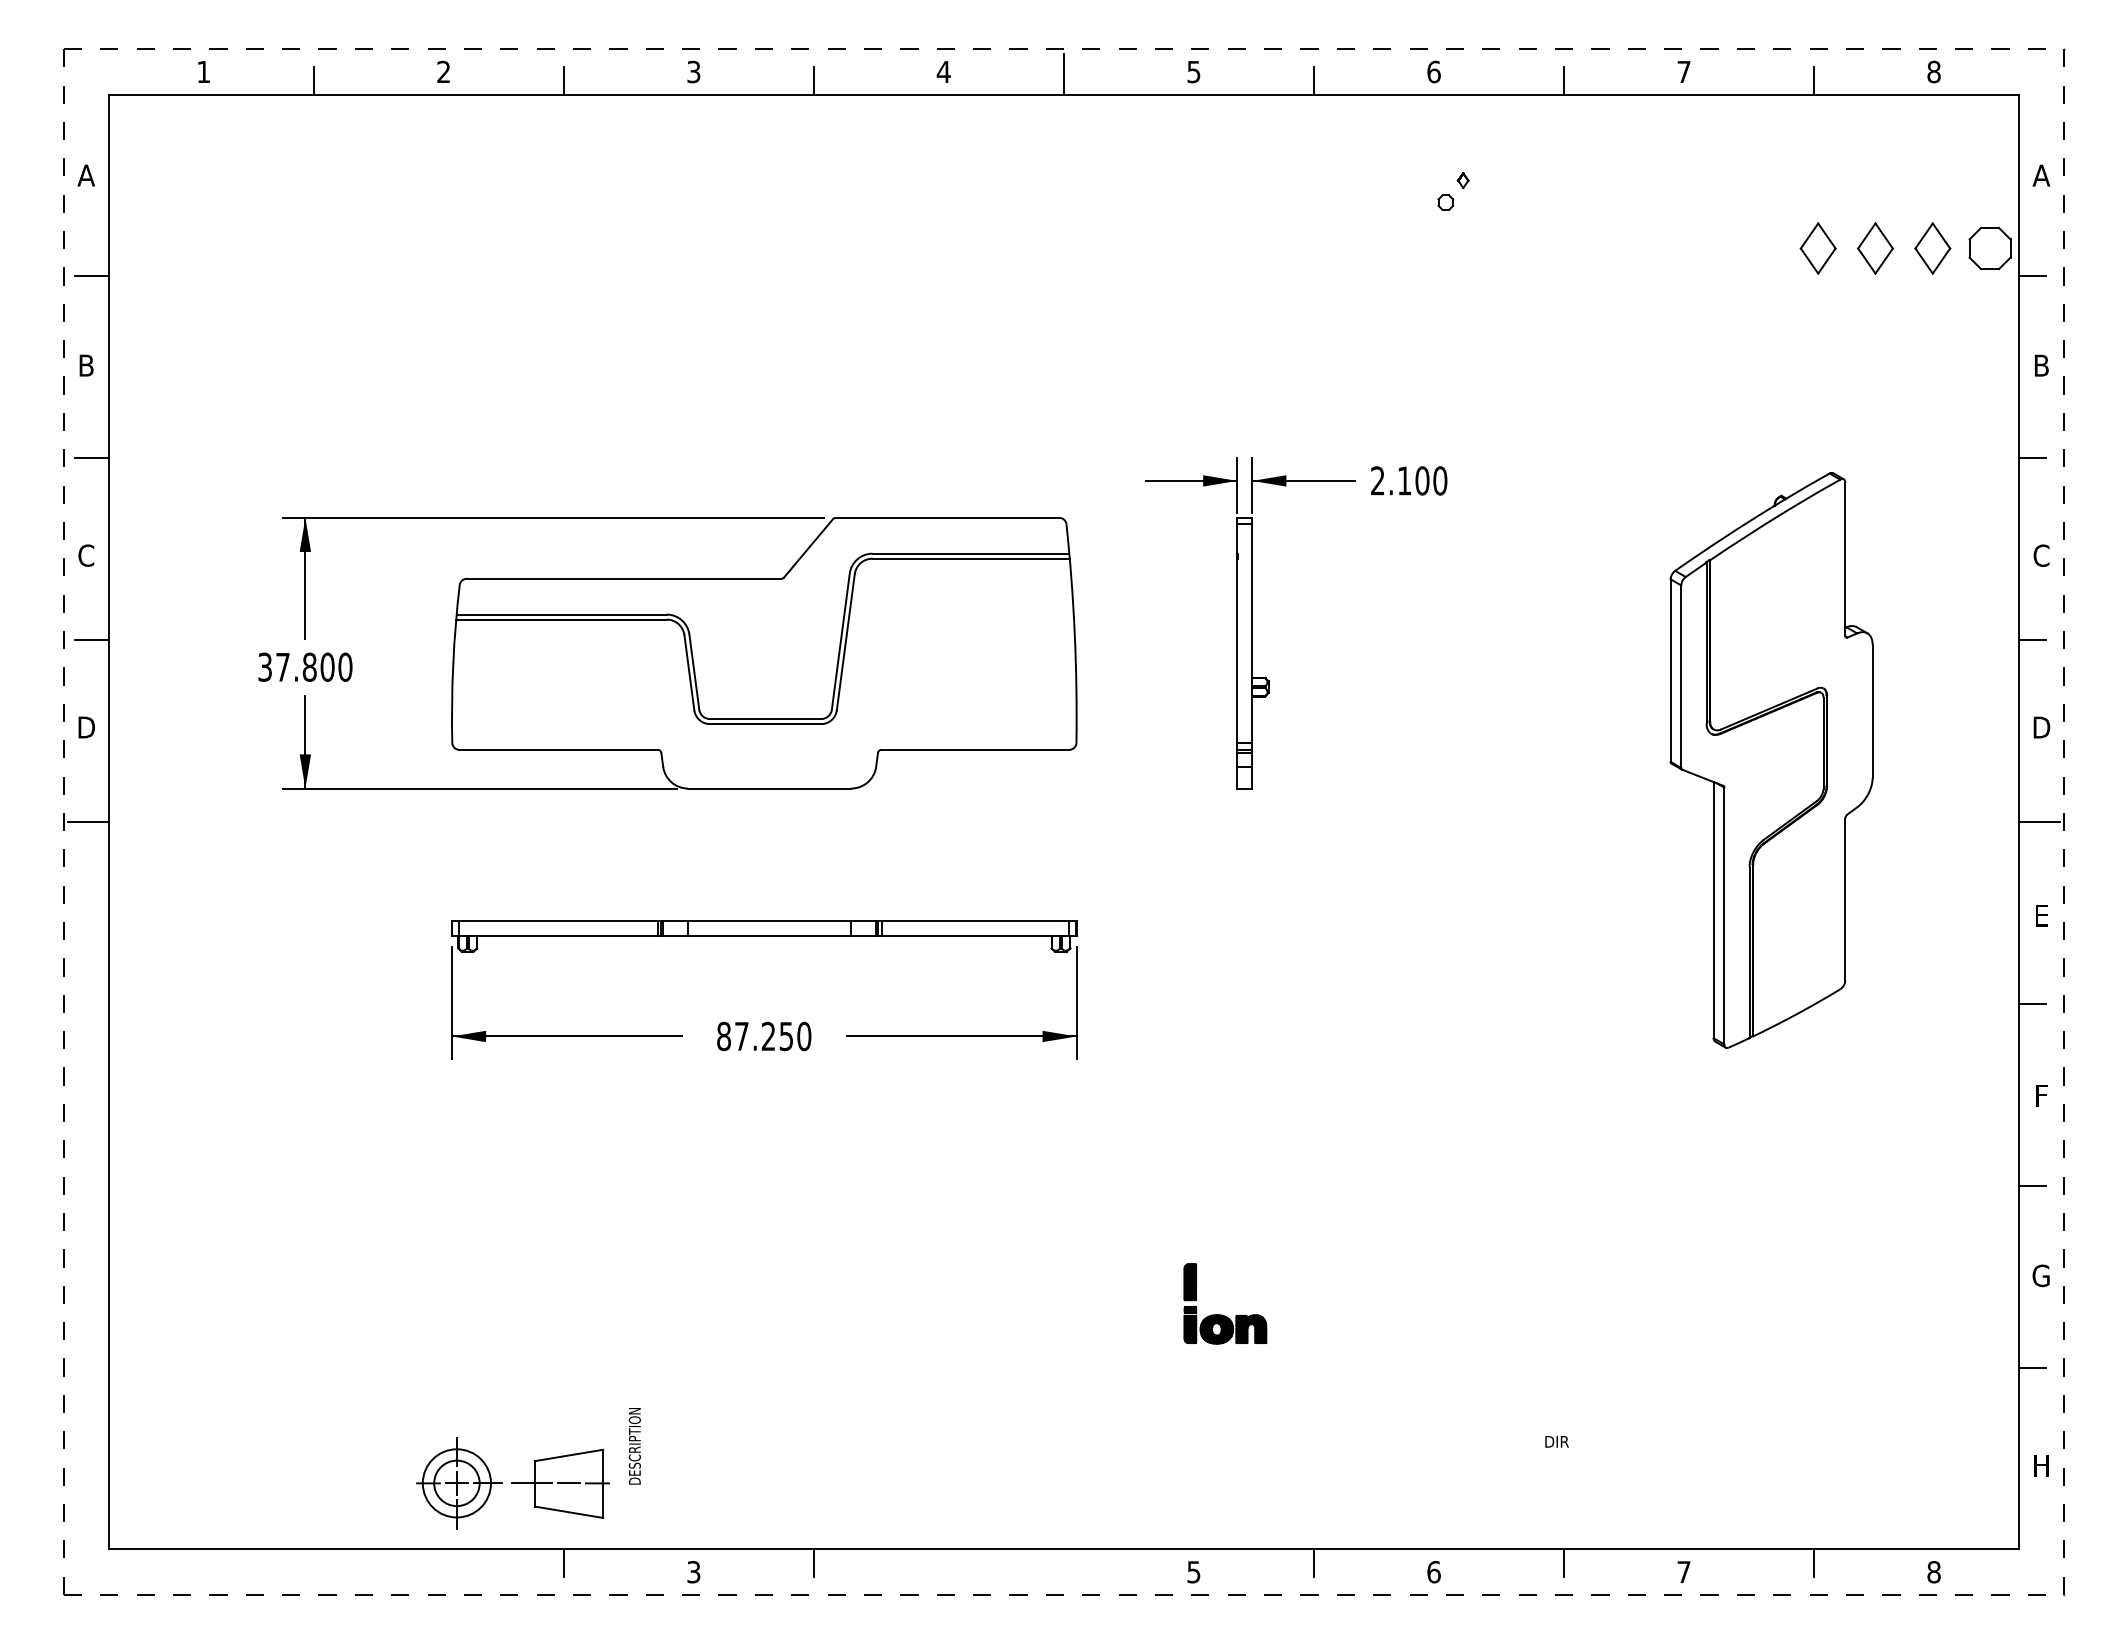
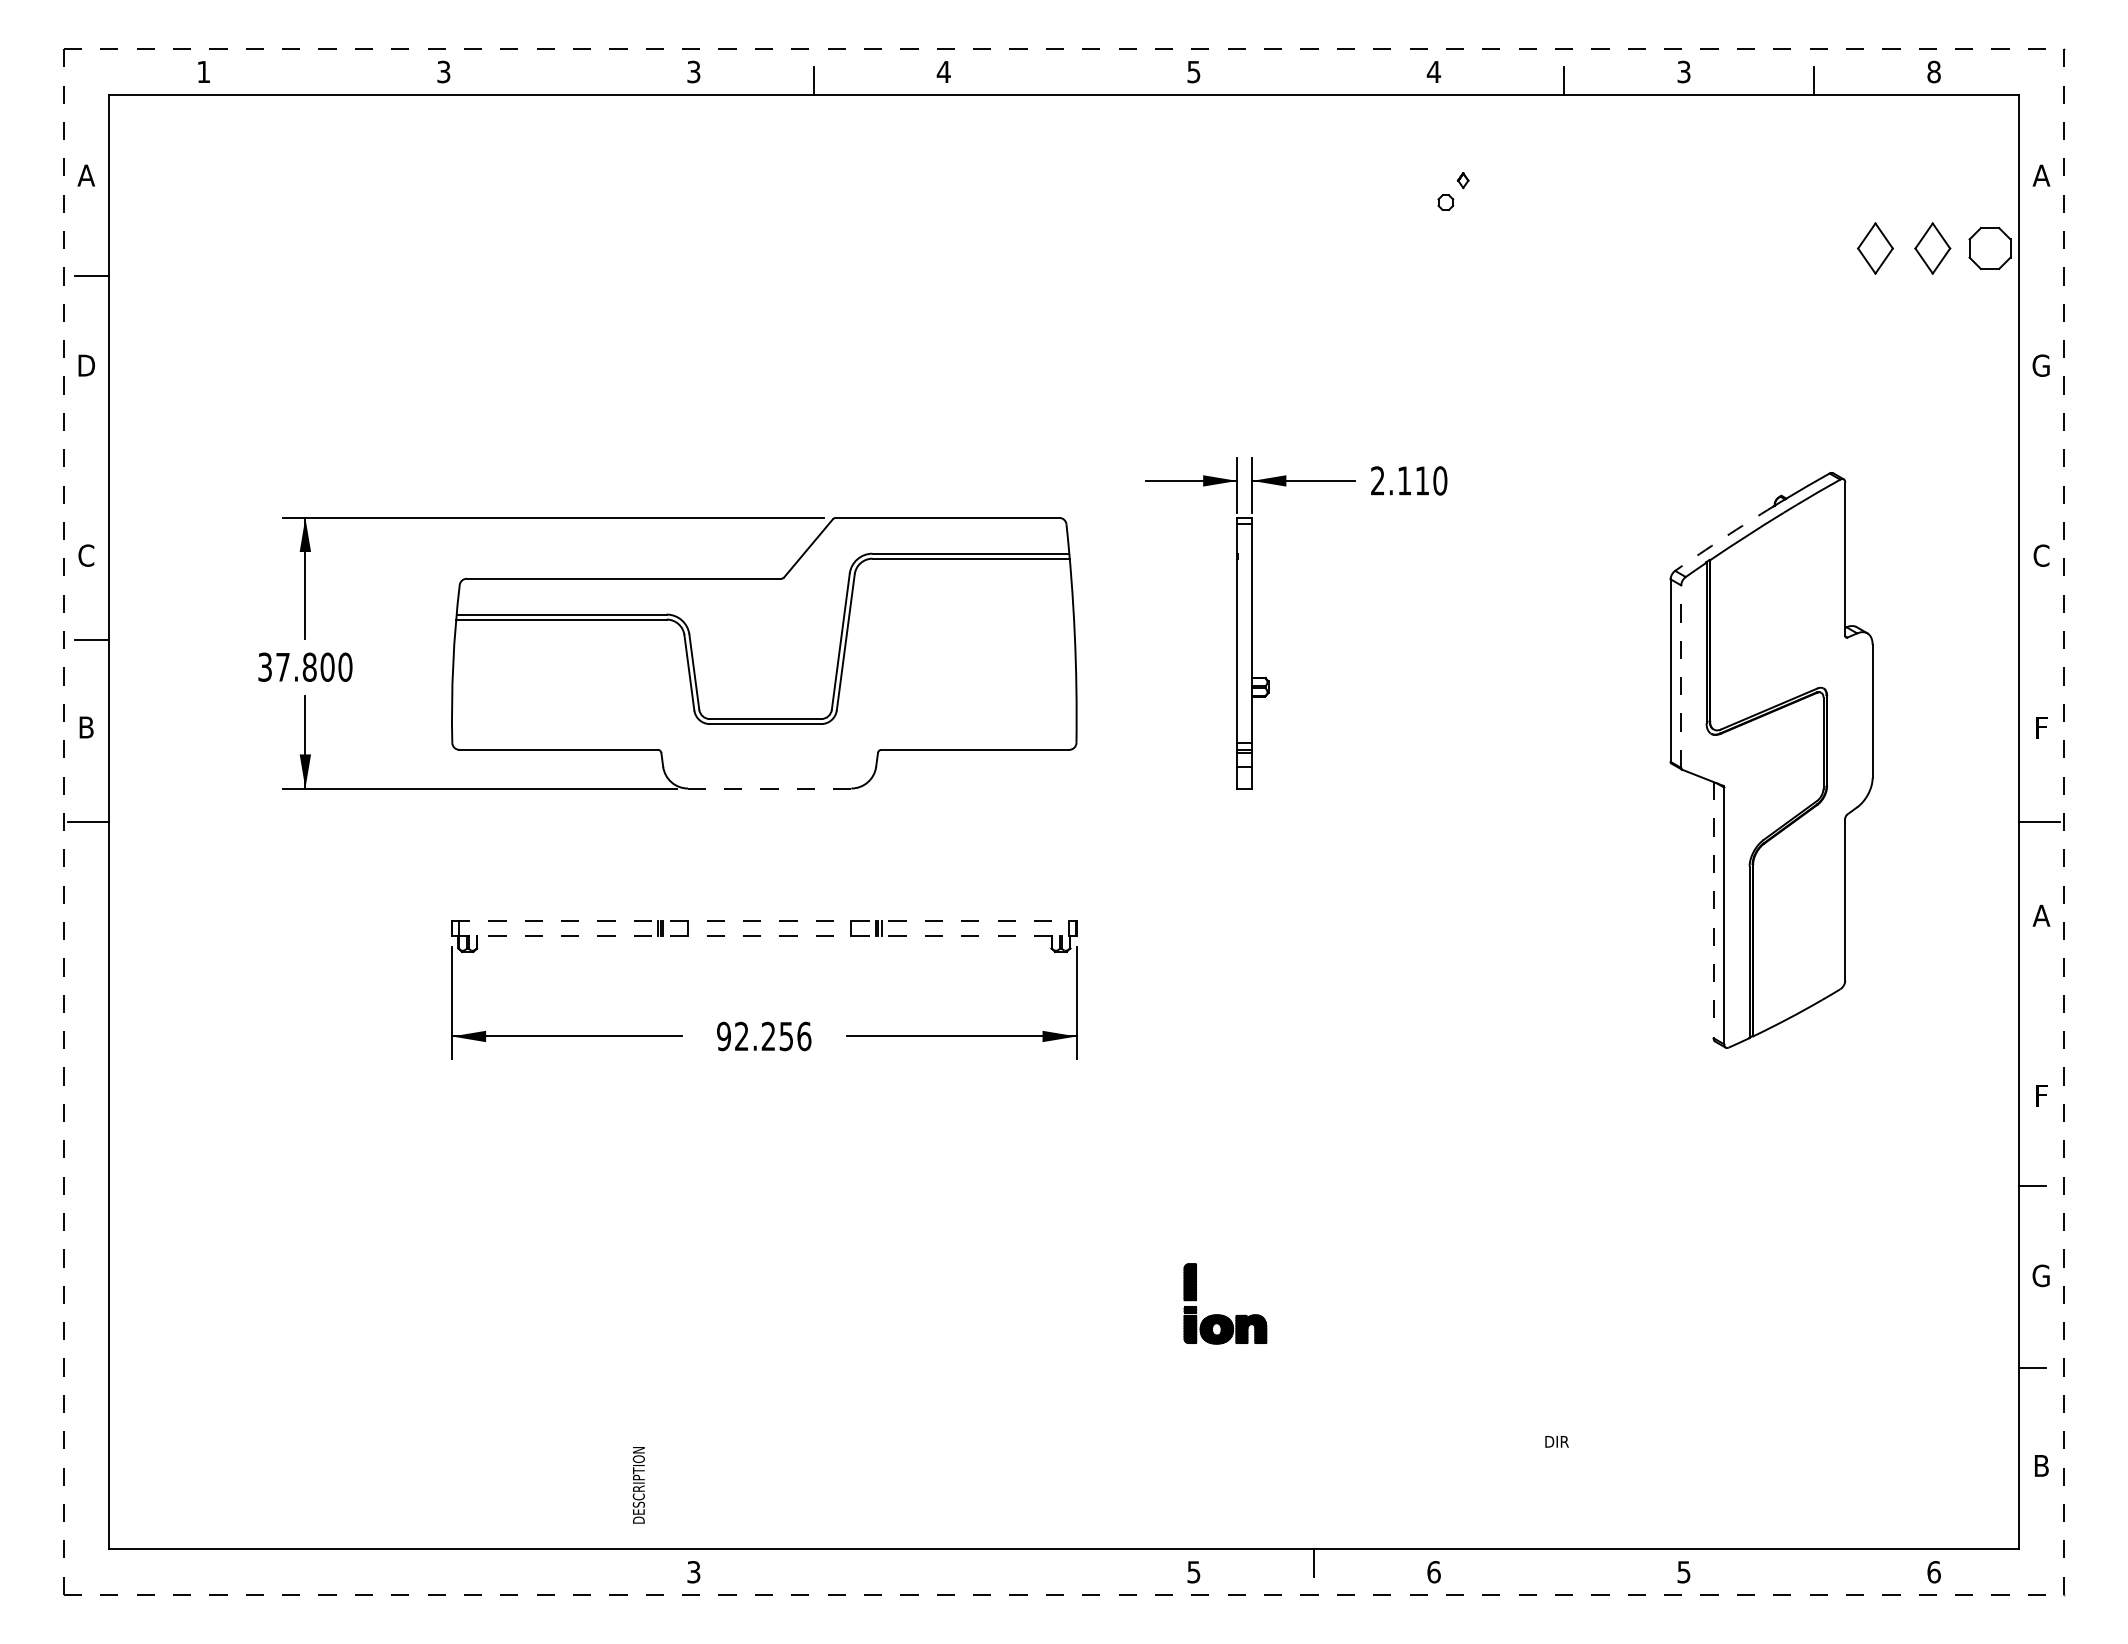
text at (1433, 71): 6 -> 4
text at (1683, 71): 7 -> 3
text at (443, 72): 2 -> 3
line at (1064, 73): present -> none
line at (313, 80): present -> none
line at (563, 80): present -> none
line at (1314, 80): present -> none
part at (1817, 248): present -> none
line at (2031, 276): present -> none
text at (86, 365): B -> D
text at (2040, 365): B -> G
line at (92, 458): present -> none
line at (2031, 458): present -> none
text at (1422, 480): 2.100 -> 2.110
arc at (1724, 537): solid -> dashed
line at (2031, 640): present -> none
line at (1681, 676): solid -> dashed
text at (86, 727): D -> B
text at (2041, 727): D -> F
line at (769, 788): solid -> dashed
line at (1713, 910): solid -> dashed
text at (2041, 915): E -> A
line at (764, 920): solid -> dashed
line at (764, 935): solid -> dashed
line at (2031, 1003): present -> none
text at (764, 1036): 87.250 -> 92.256
text at (634, 1446) position: (634, 1446) -> (638, 1485)
text at (2041, 1465): H -> B
part at (512, 1483): present -> none
line at (563, 1562): present -> none
line at (813, 1562): present -> none
line at (1564, 1562): present -> none
line at (1814, 1562): present -> none
text at (1683, 1572): 7 -> 5
text at (1933, 1572): 8 -> 6
